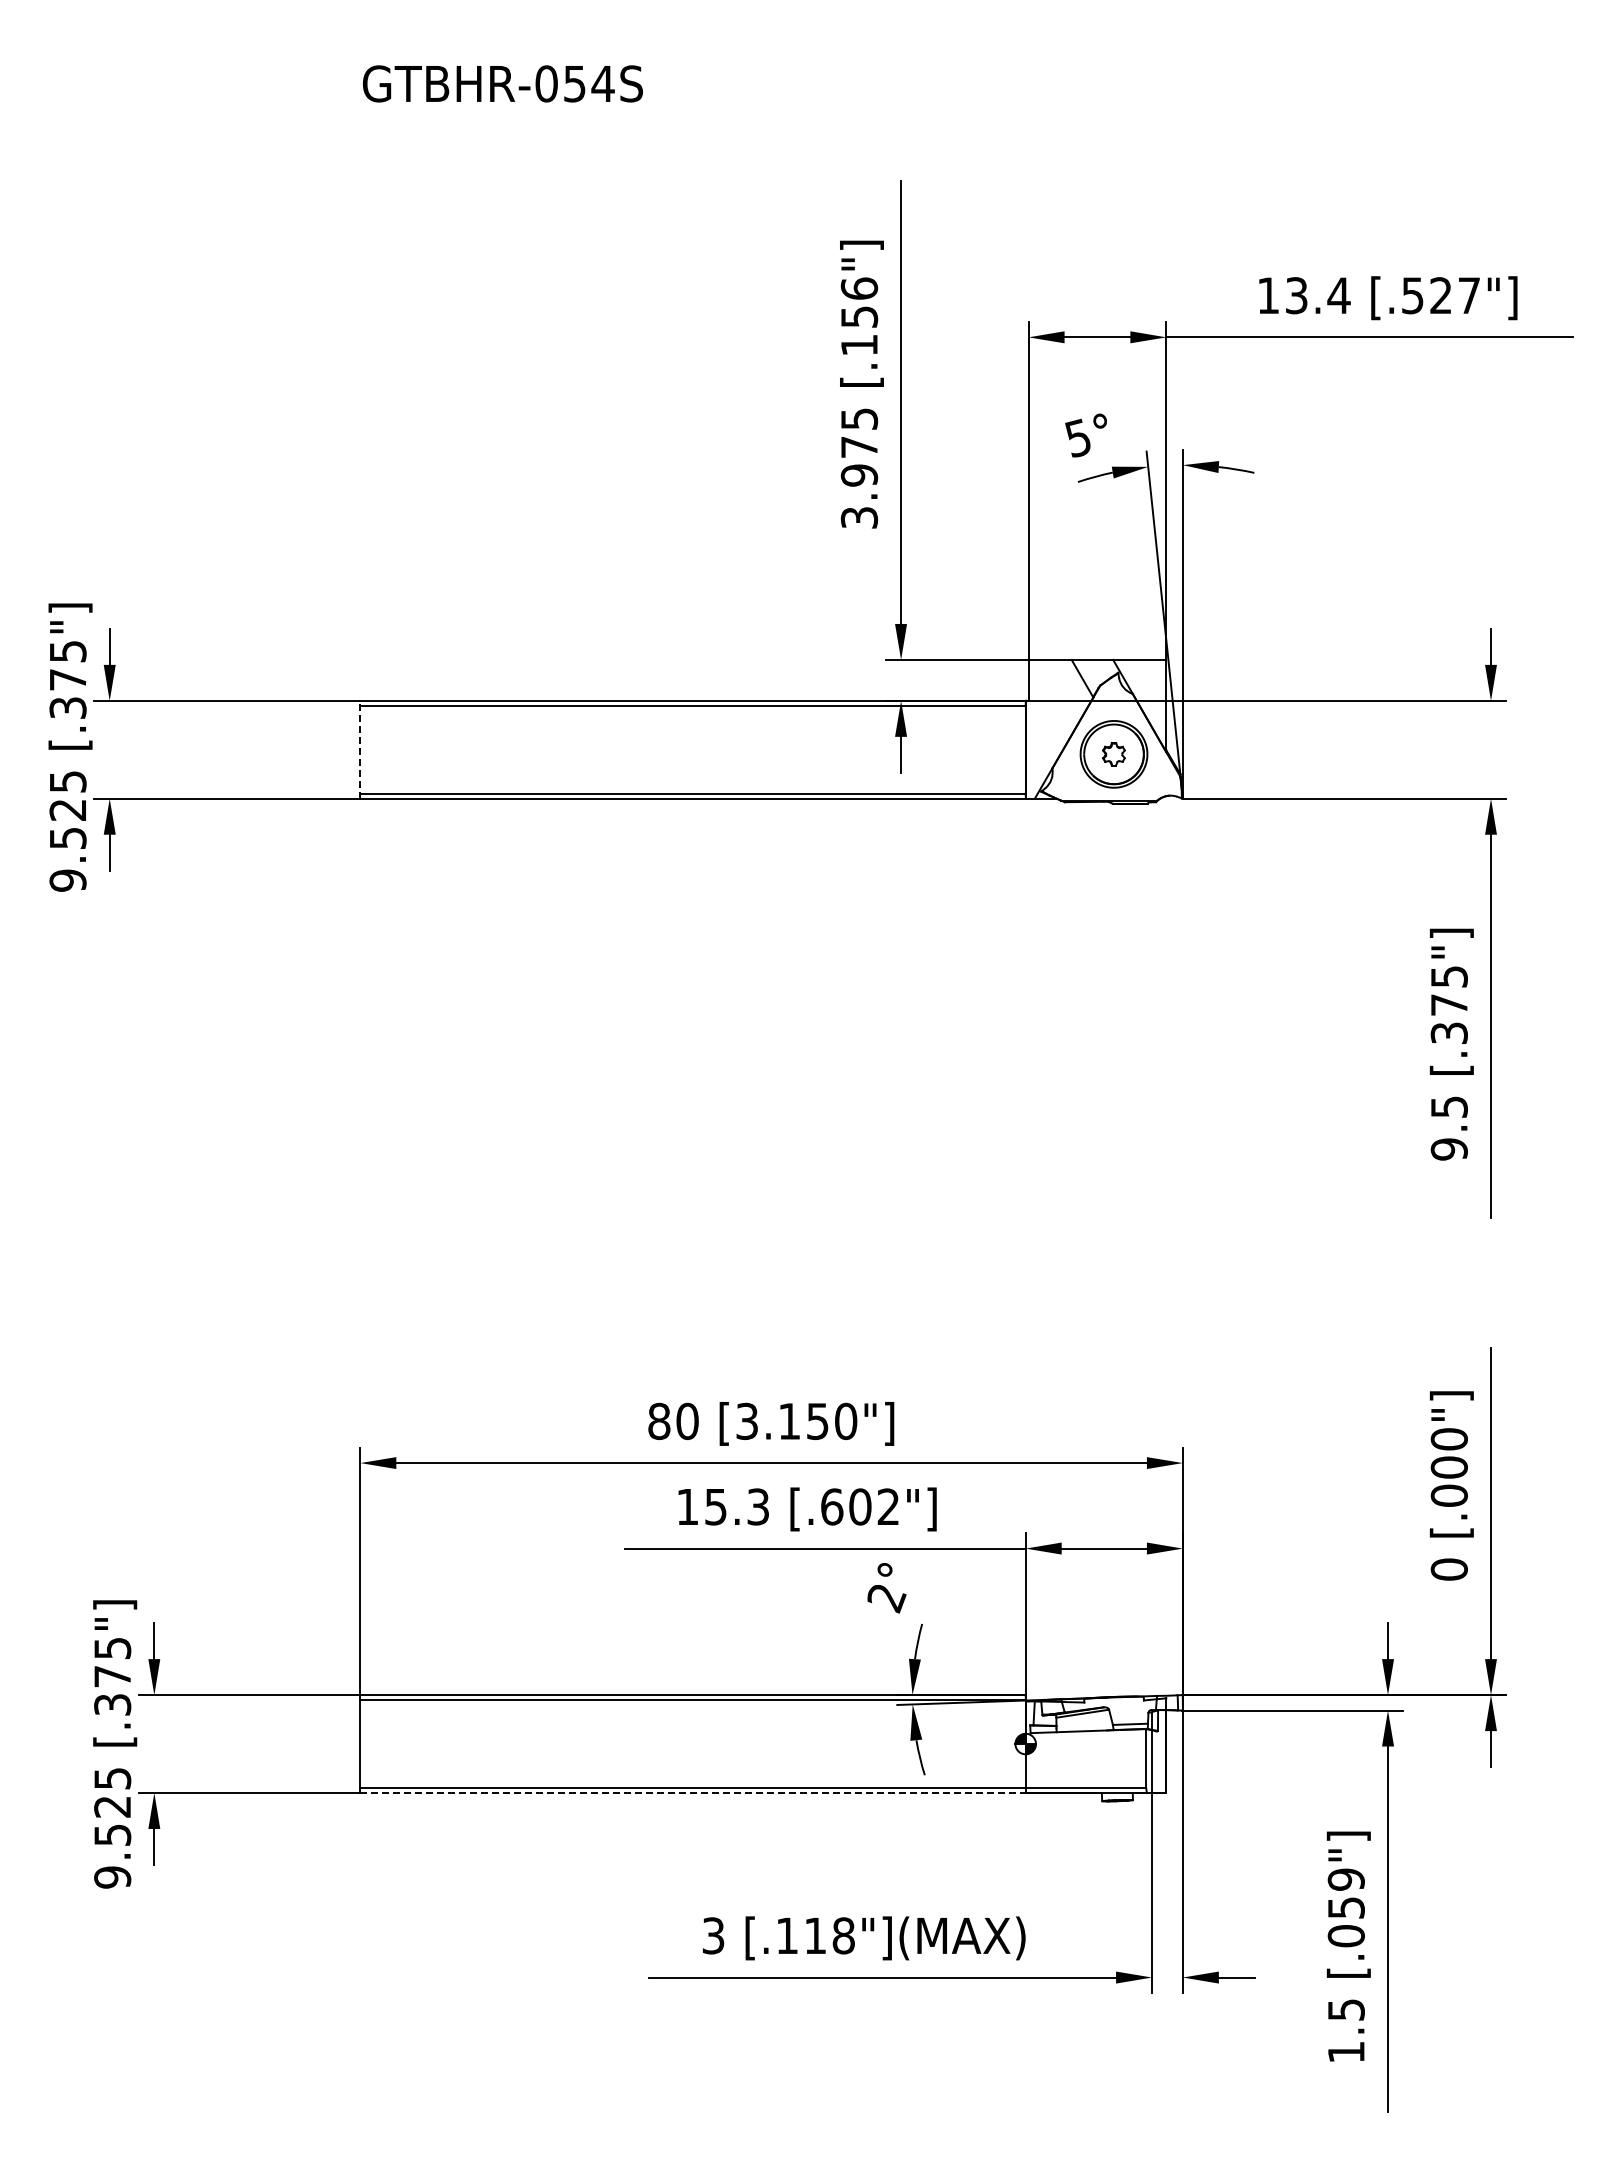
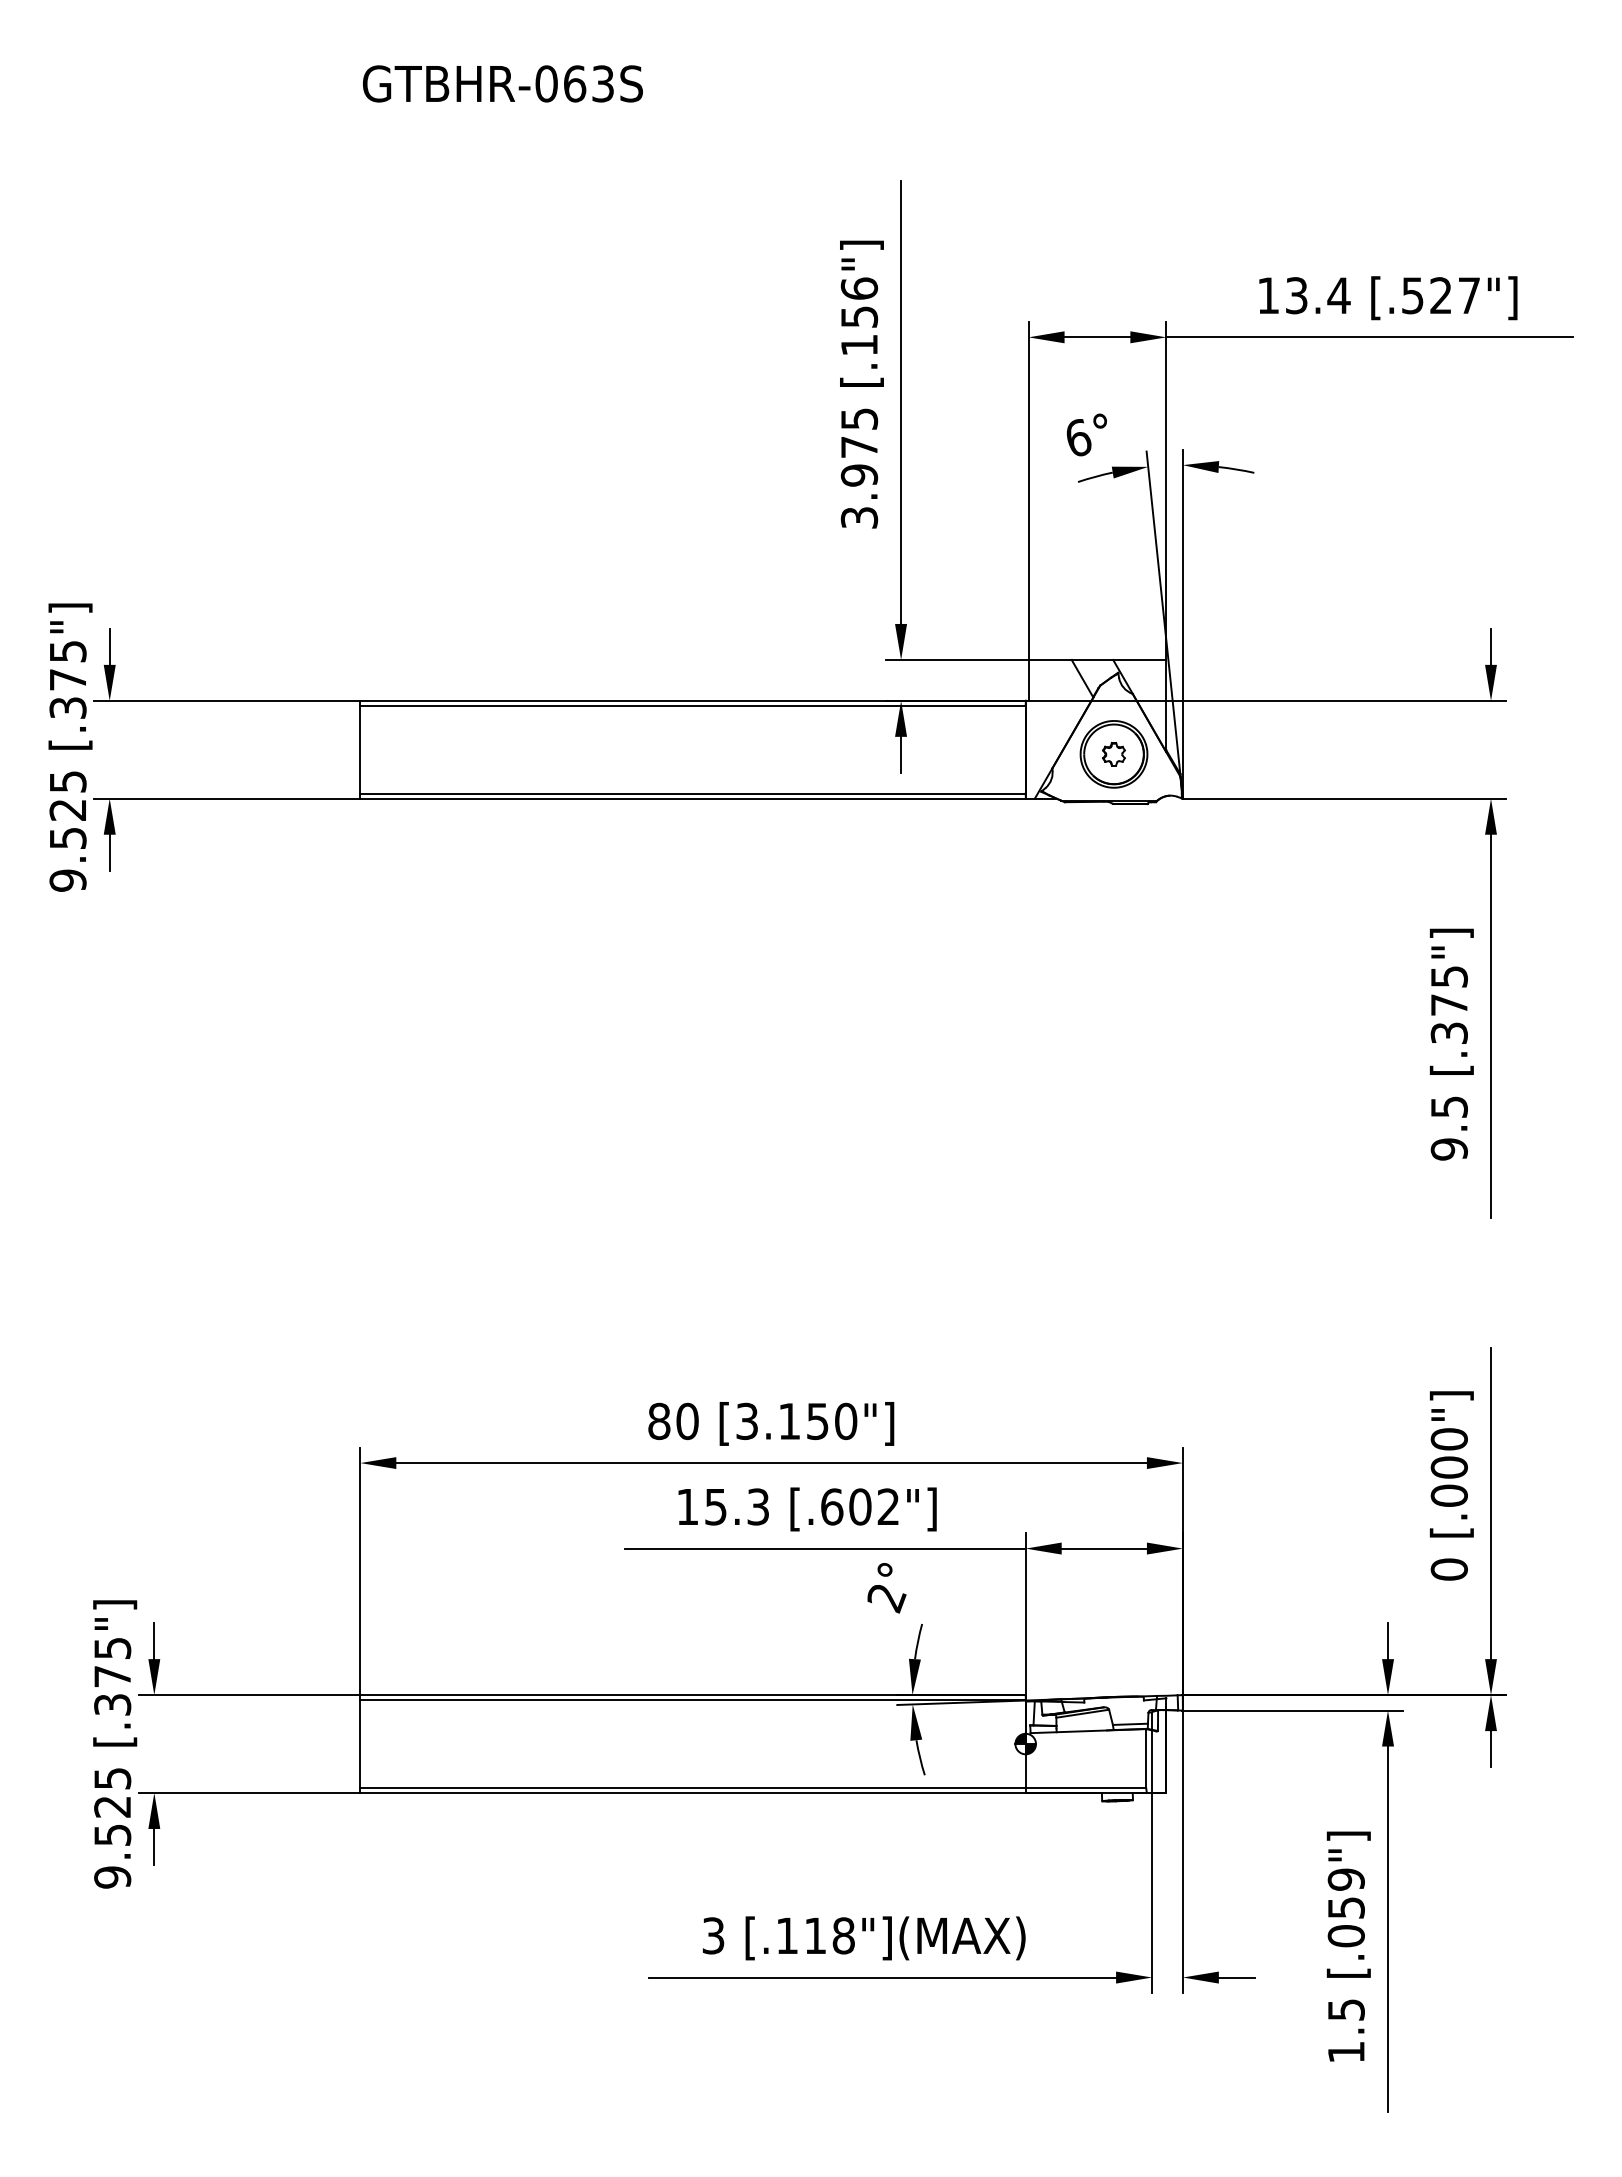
text at (589, 83): GTBHR-054S -> GTBHR-063S
text at (1078, 437): 5° -> 6°
line at (360, 749): dashed -> solid
line at (693, 1793): dashed -> solid
